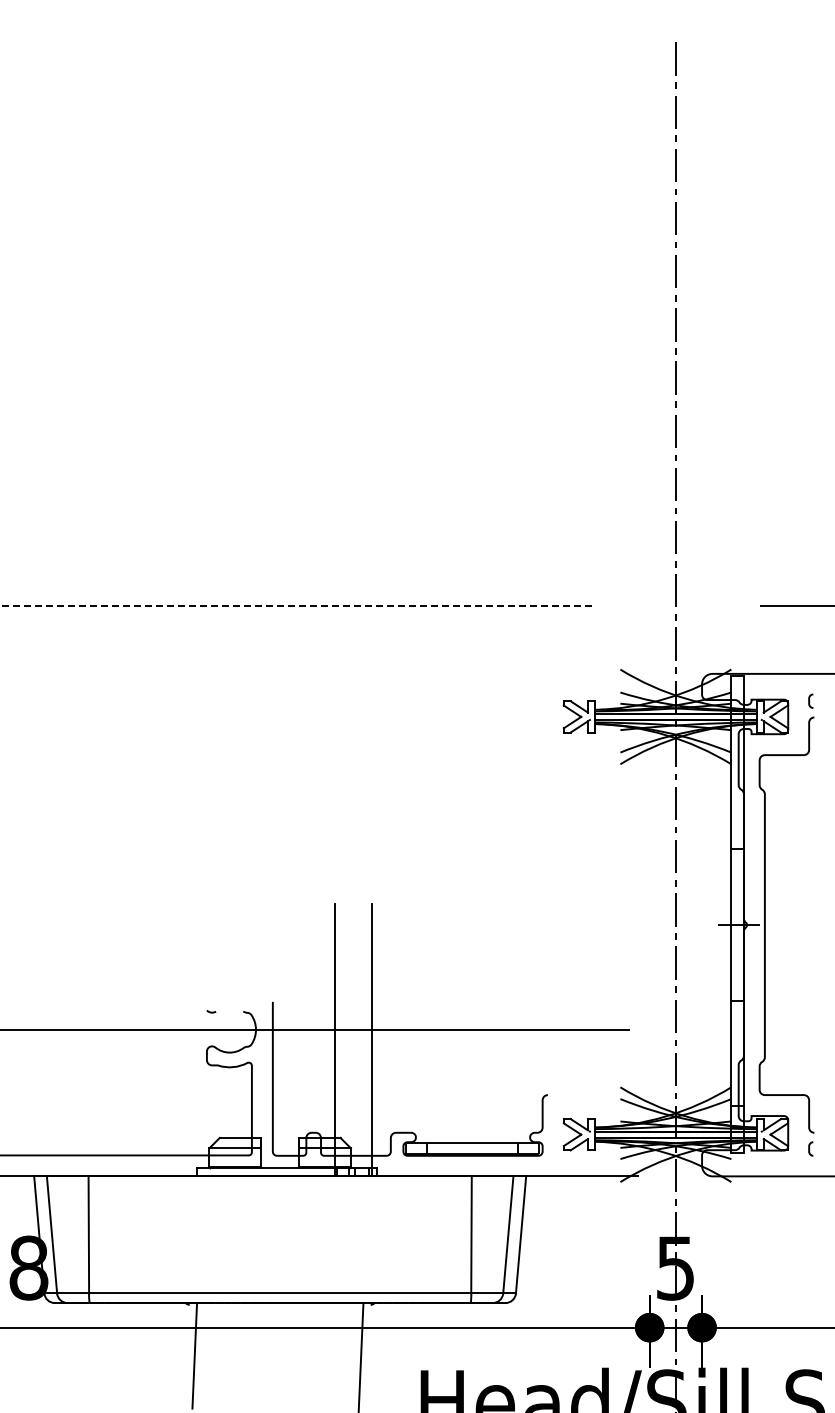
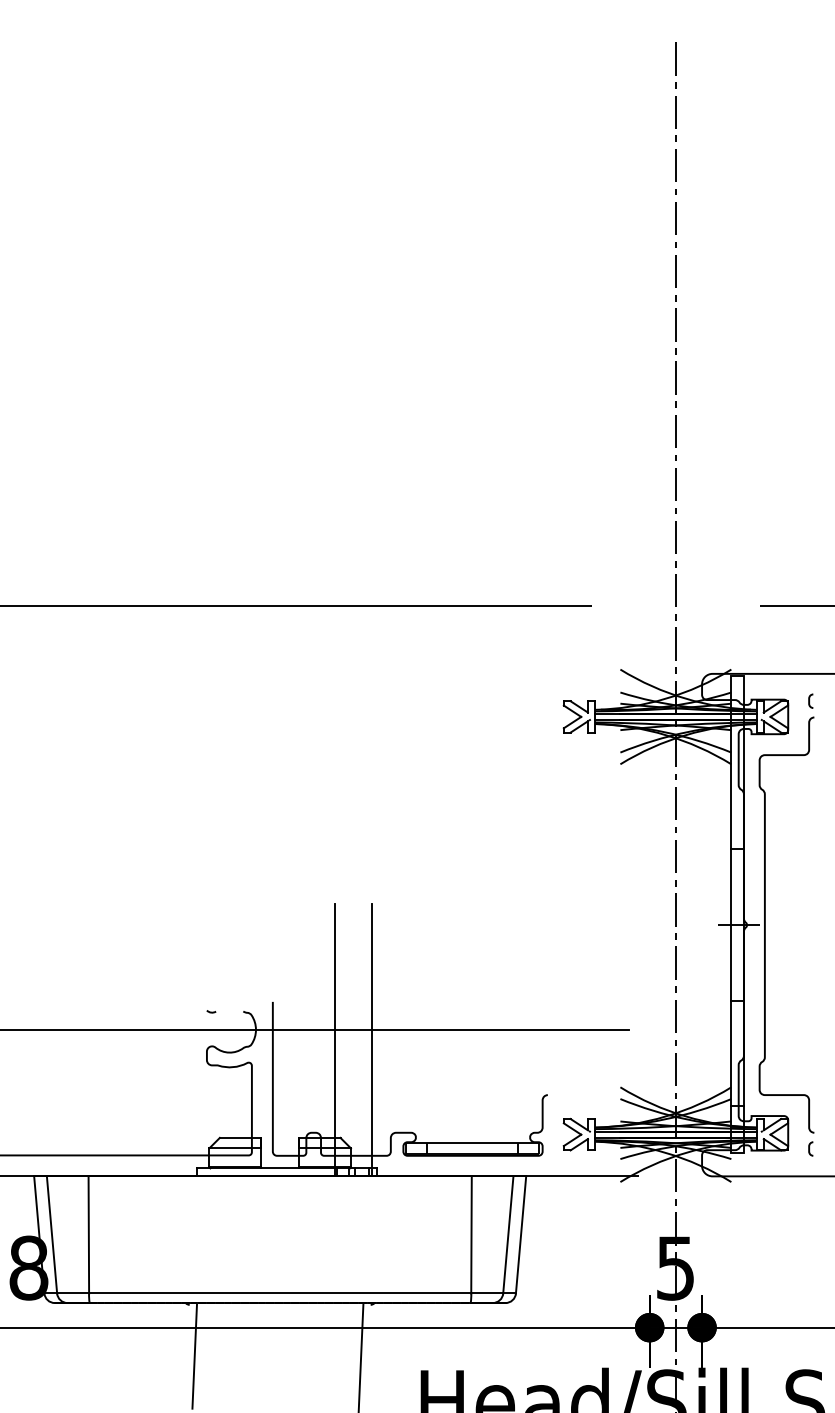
line at (296, 605): dashed -> solid
